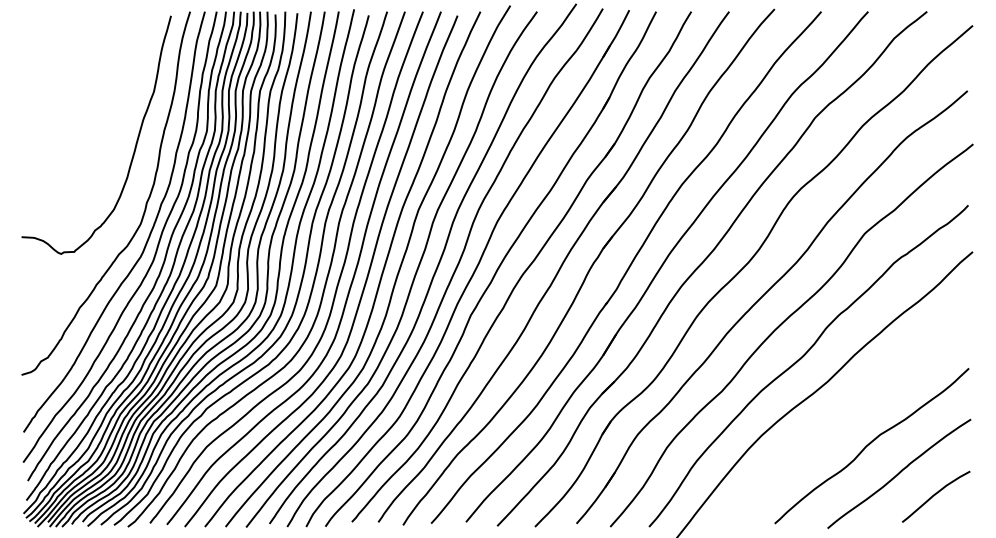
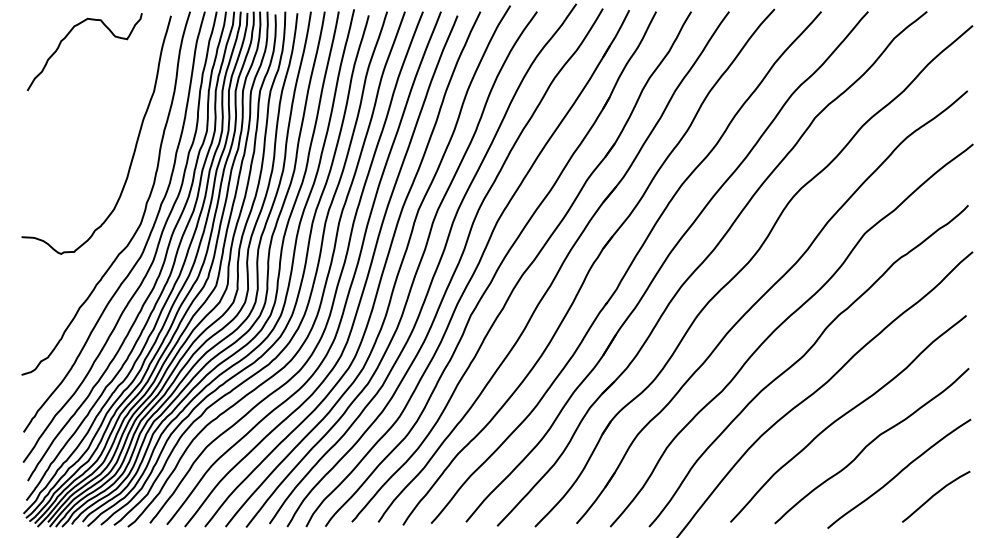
curve at (68, 35): none -> present
curve at (845, 415): none -> present
